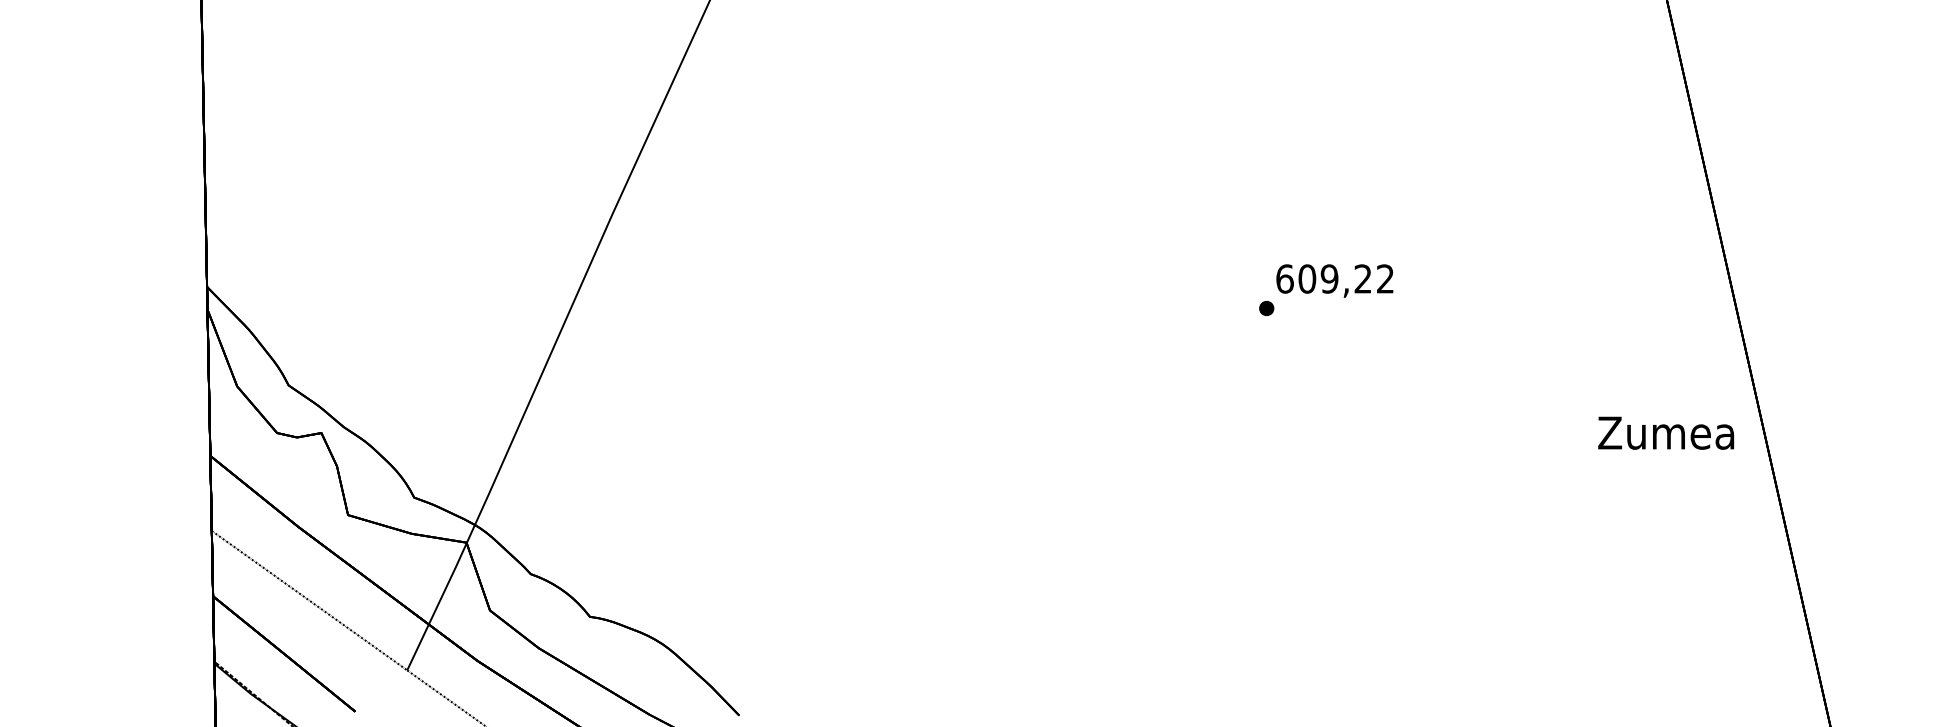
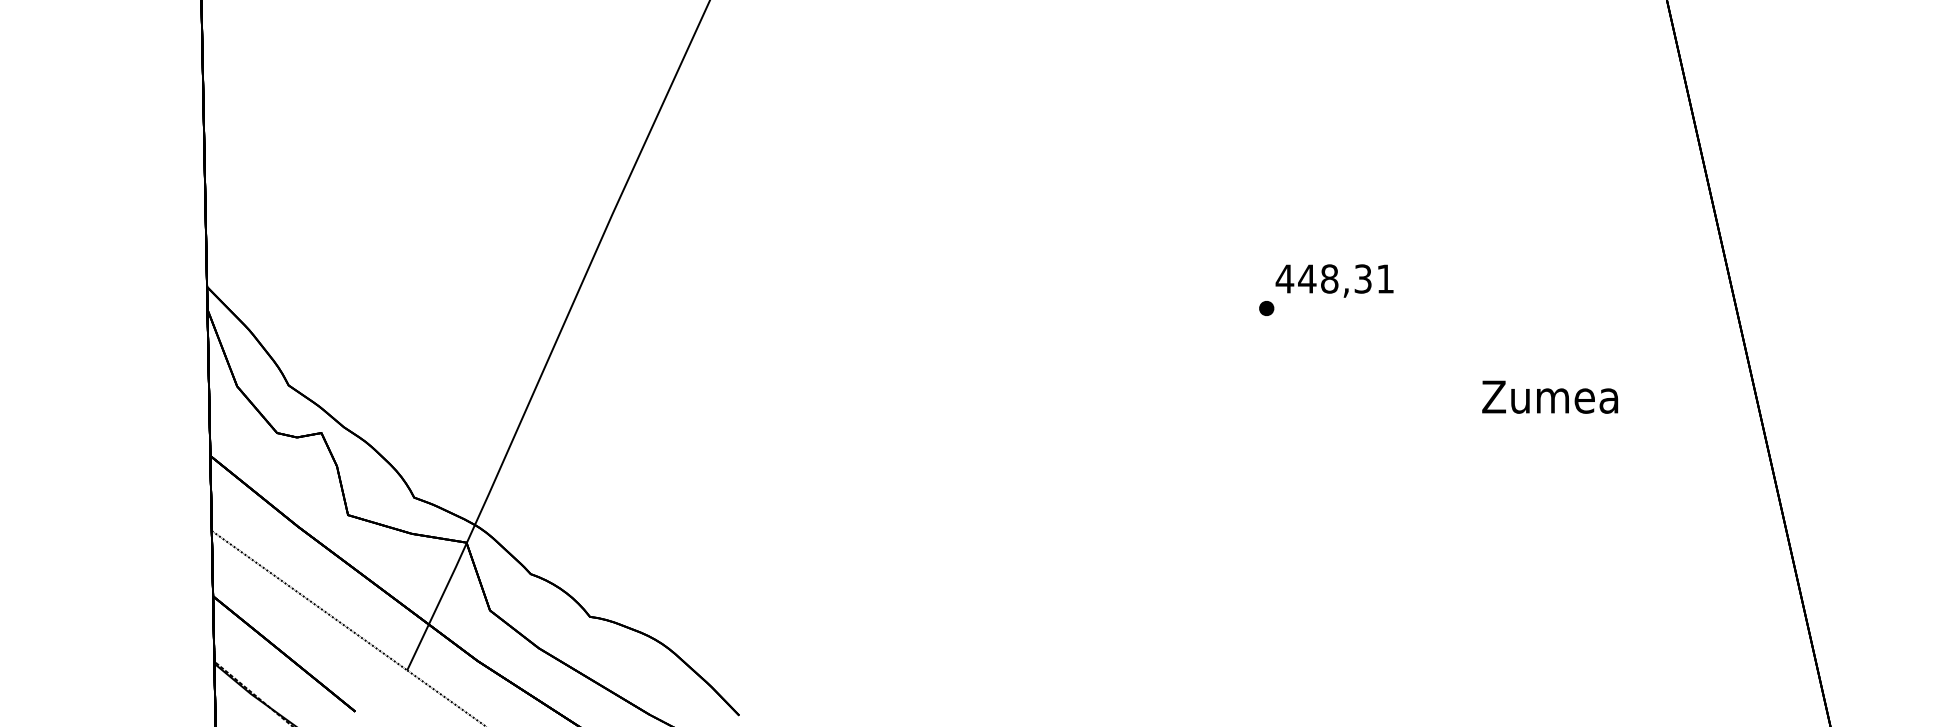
text at (1334, 278): 609,22 -> 448,31
text at (1666, 432) position: (1666, 432) -> (1550, 396)
